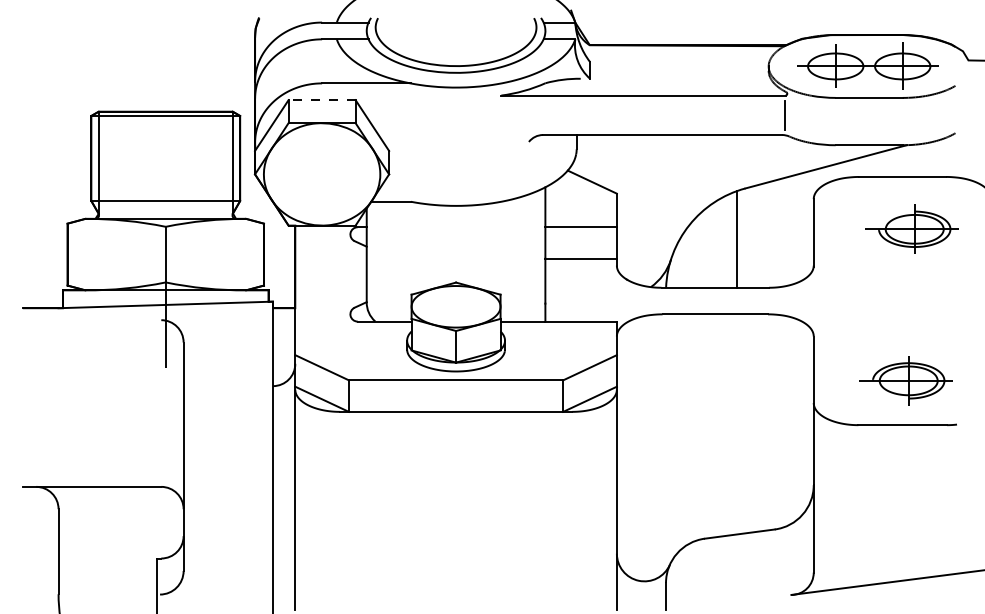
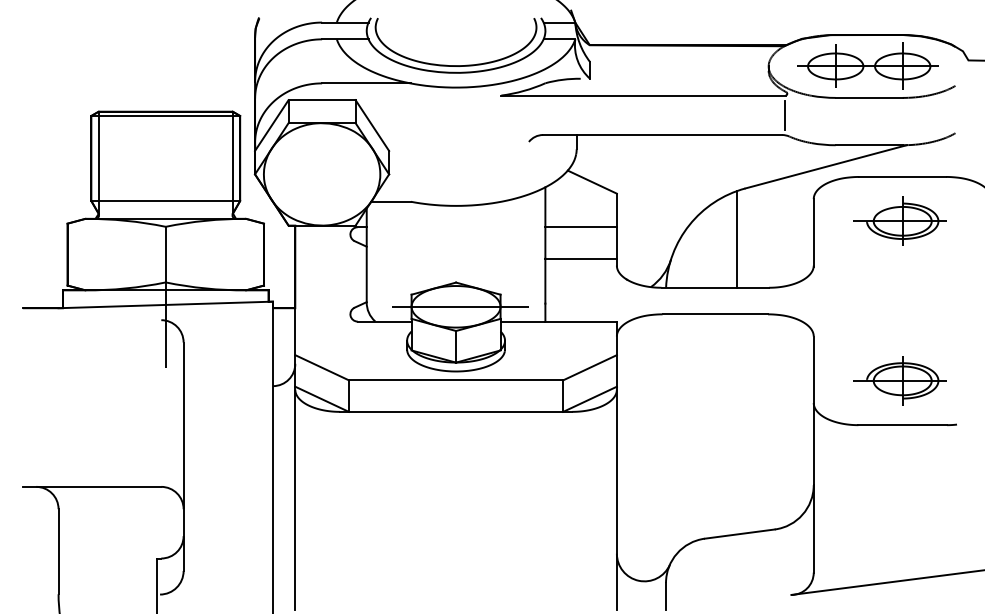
line at (322, 100): dashed -> solid
part at (911, 228) position: (911, 228) -> (899, 220)
line at (460, 307): none -> present
part at (905, 380) position: (905, 380) -> (899, 380)
